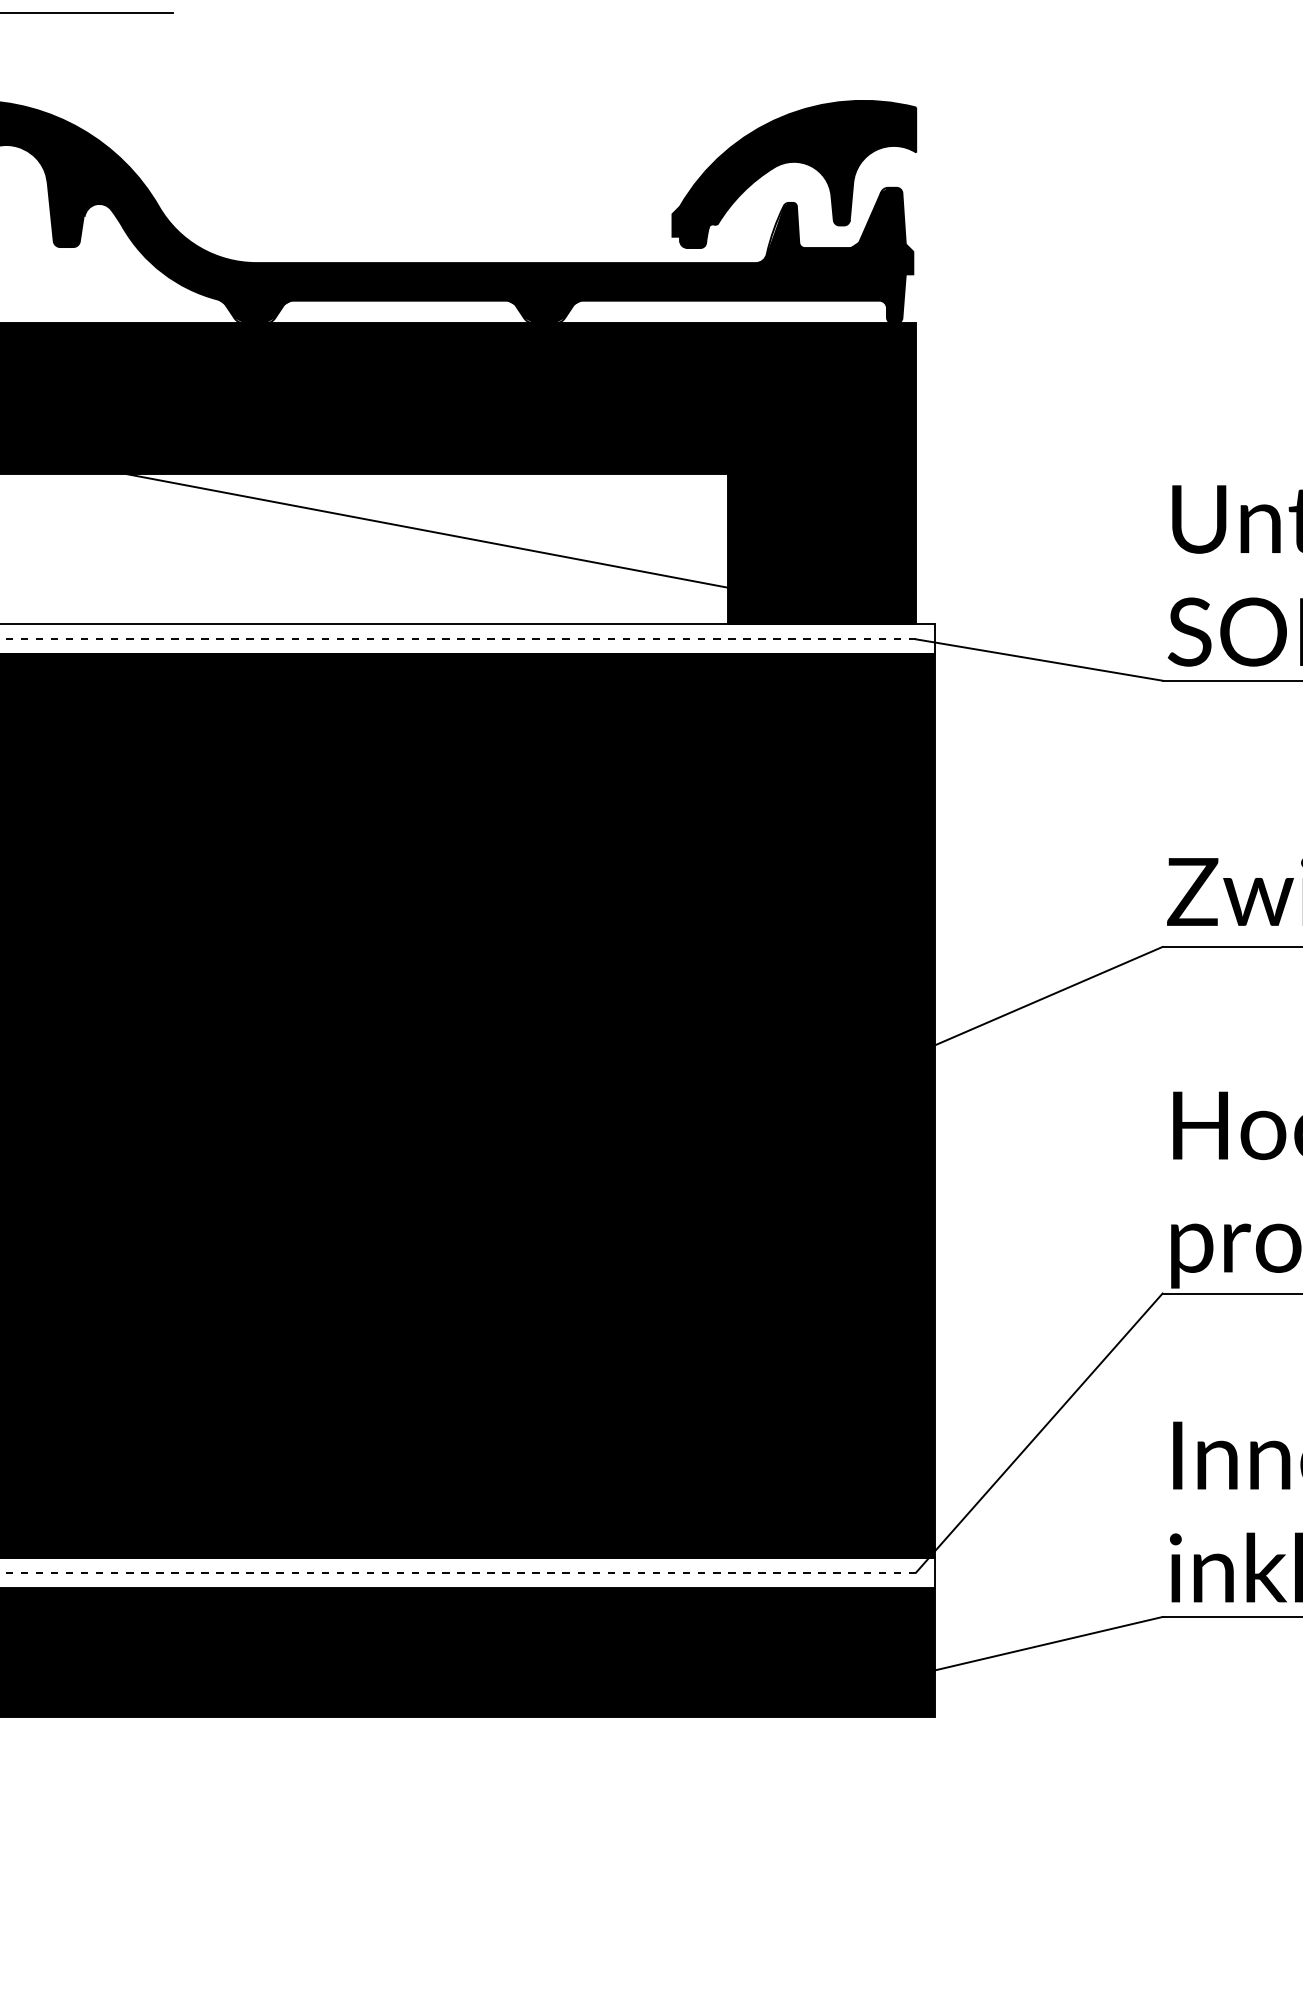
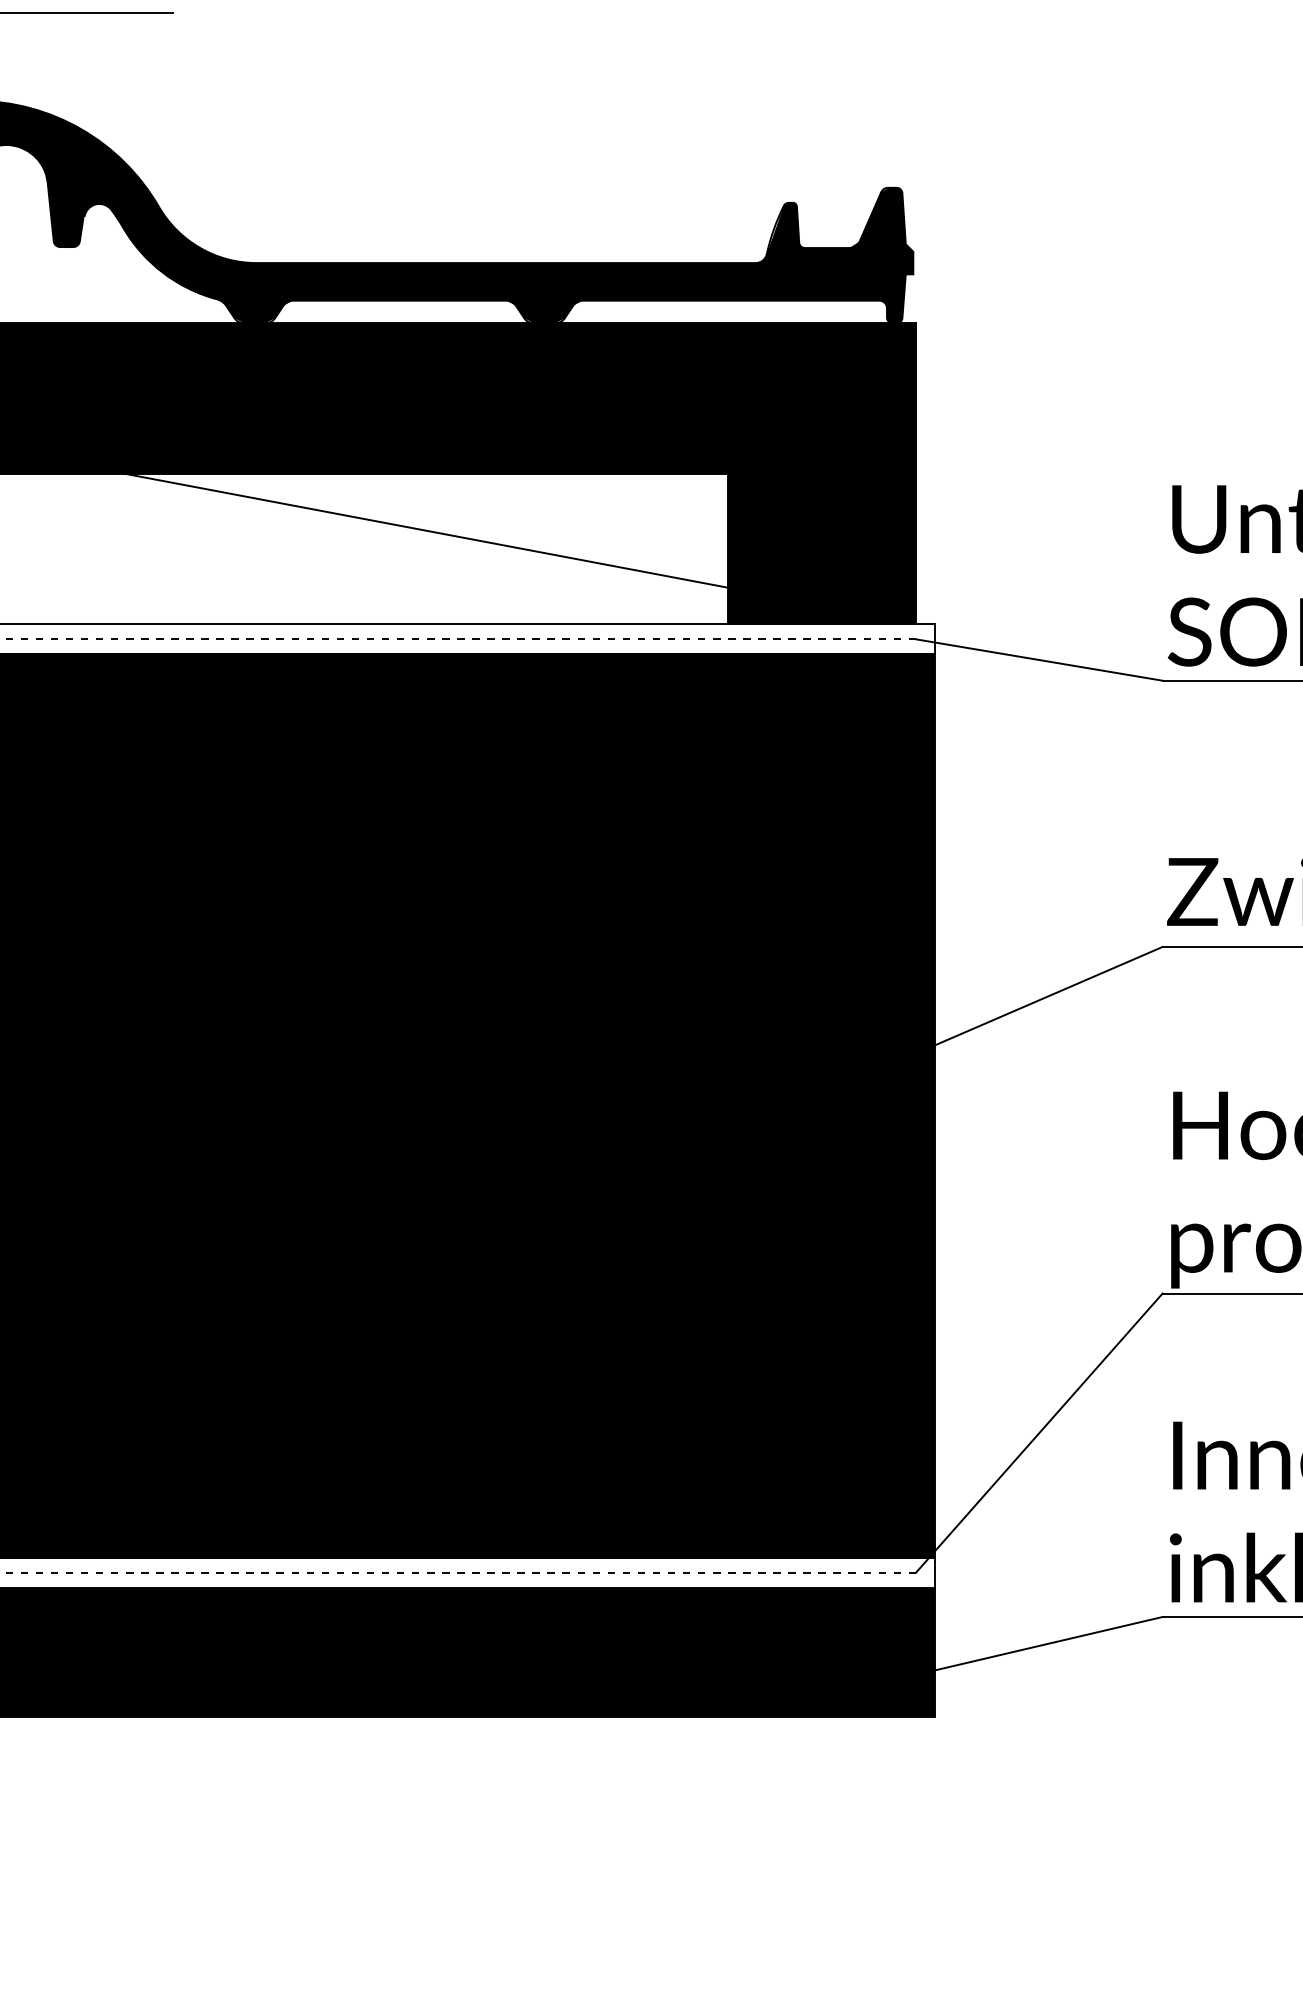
part at (794, 162): present -> none
